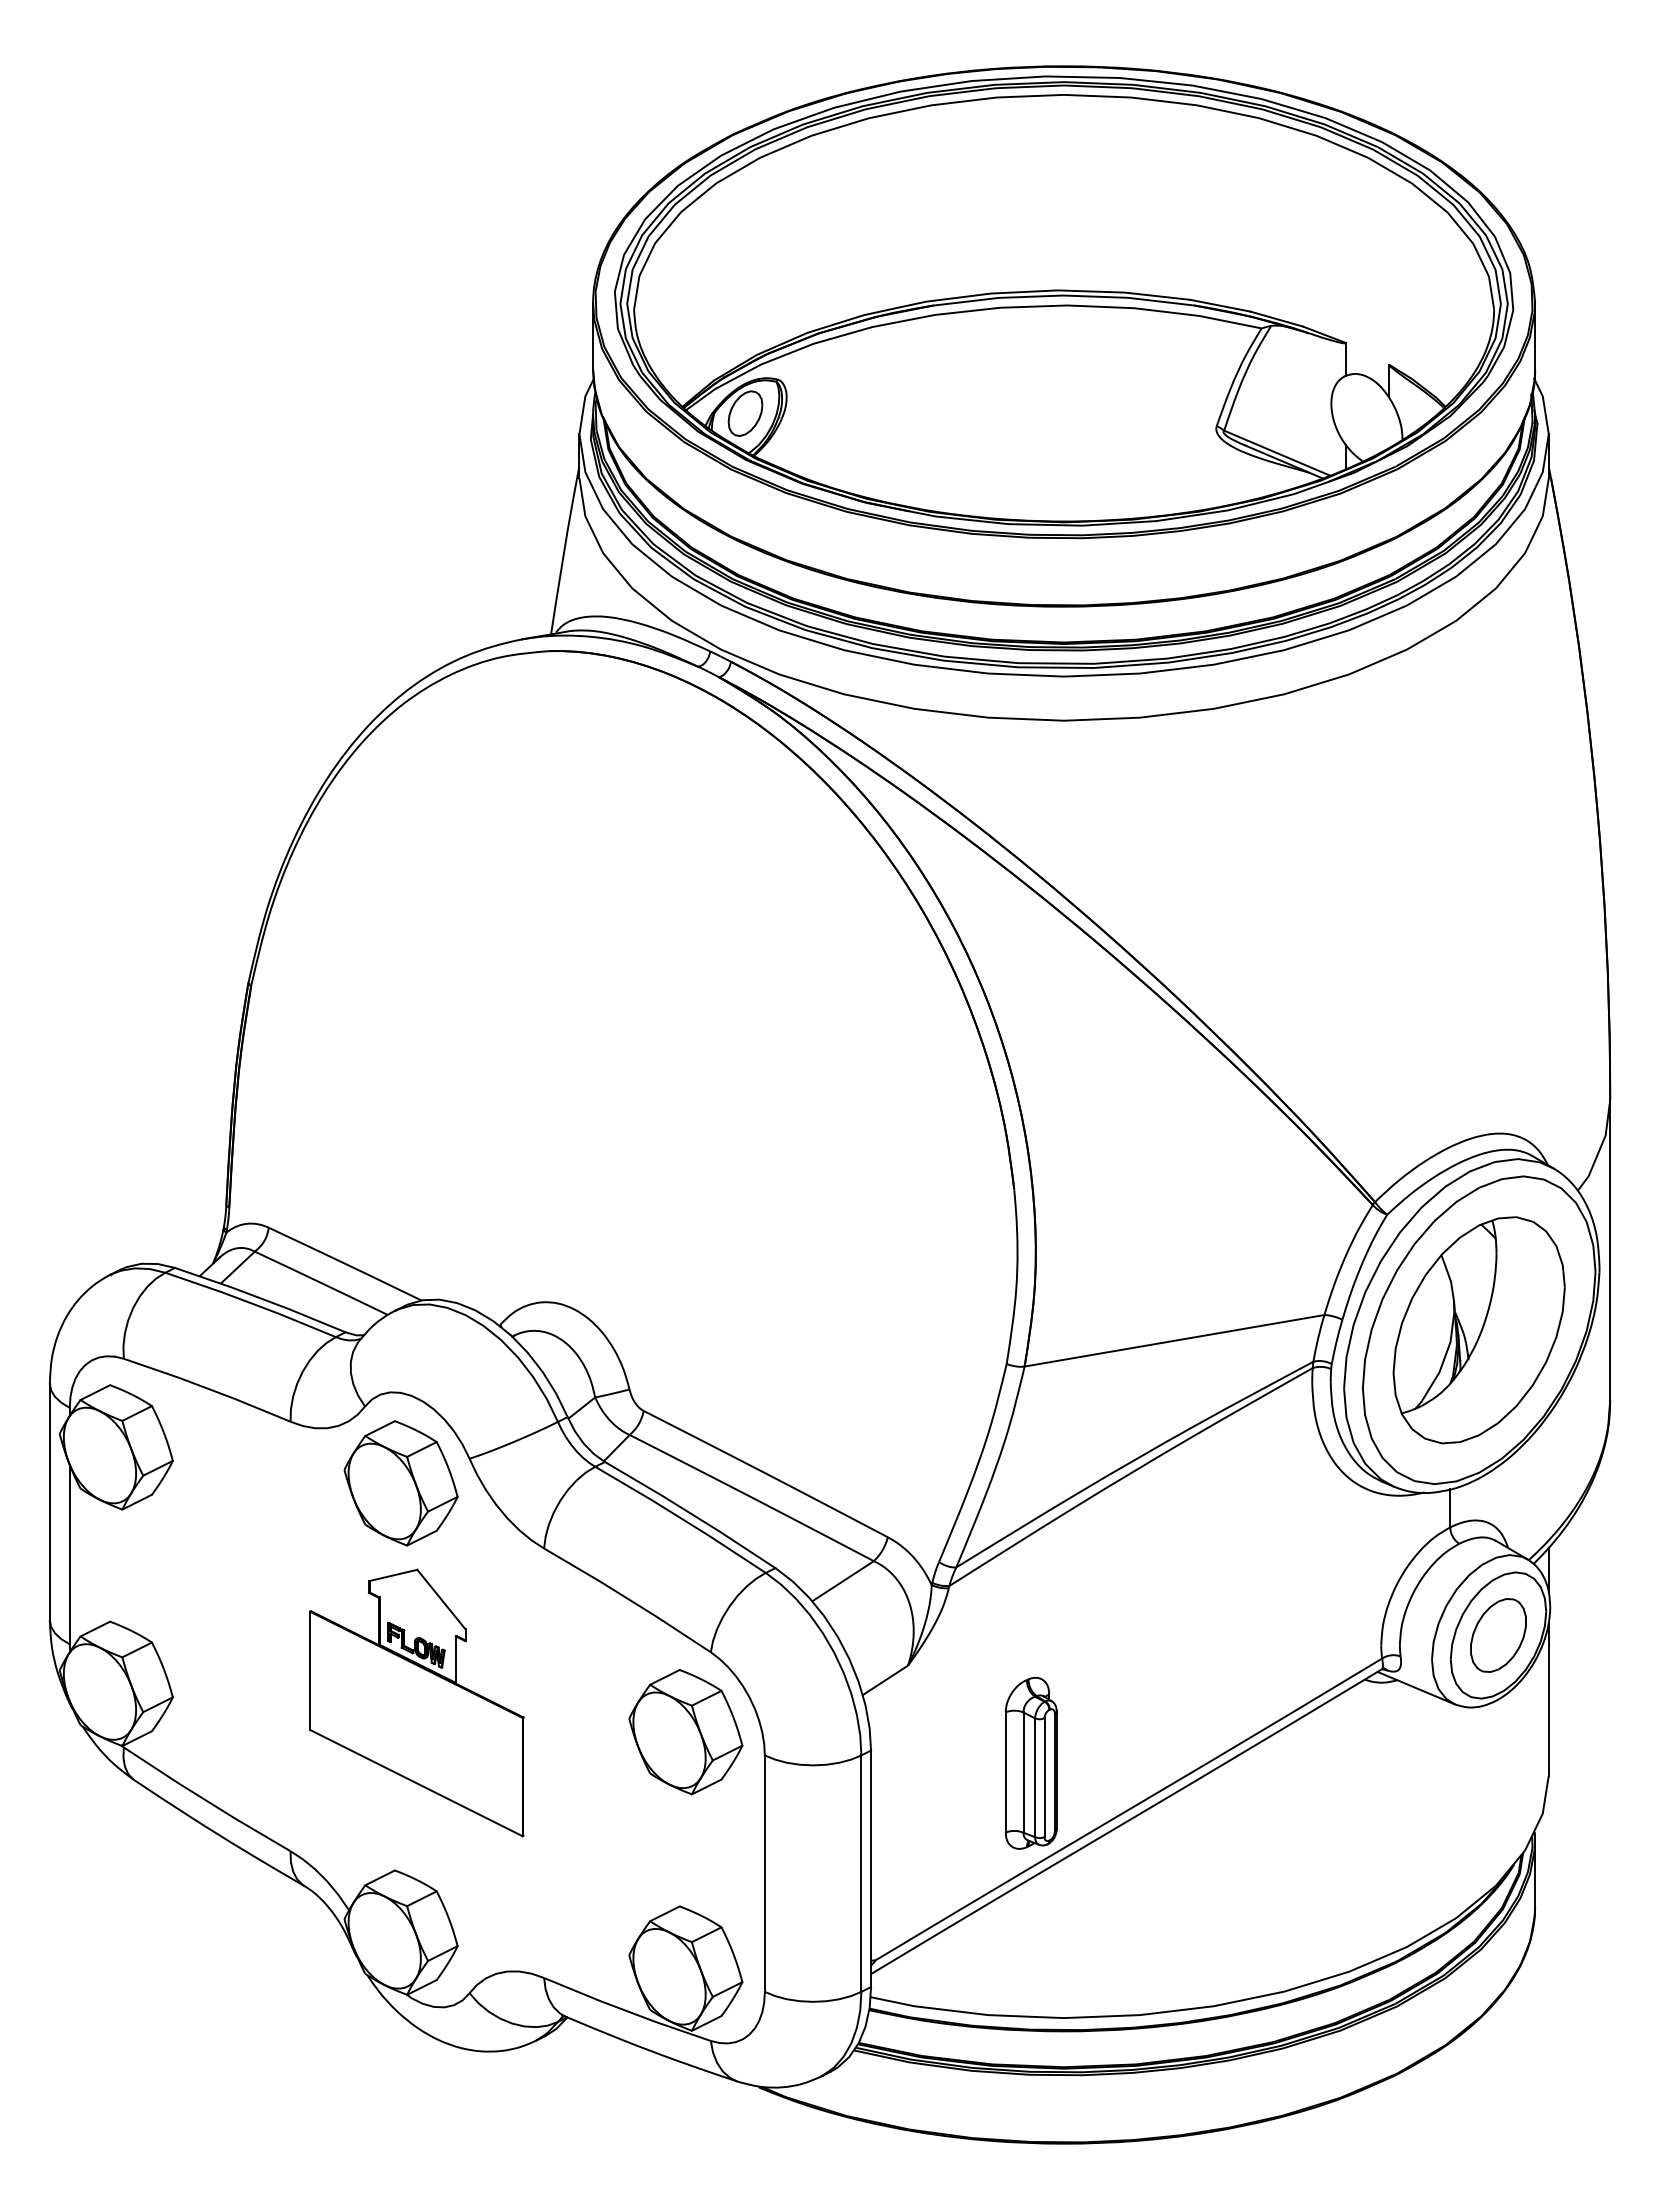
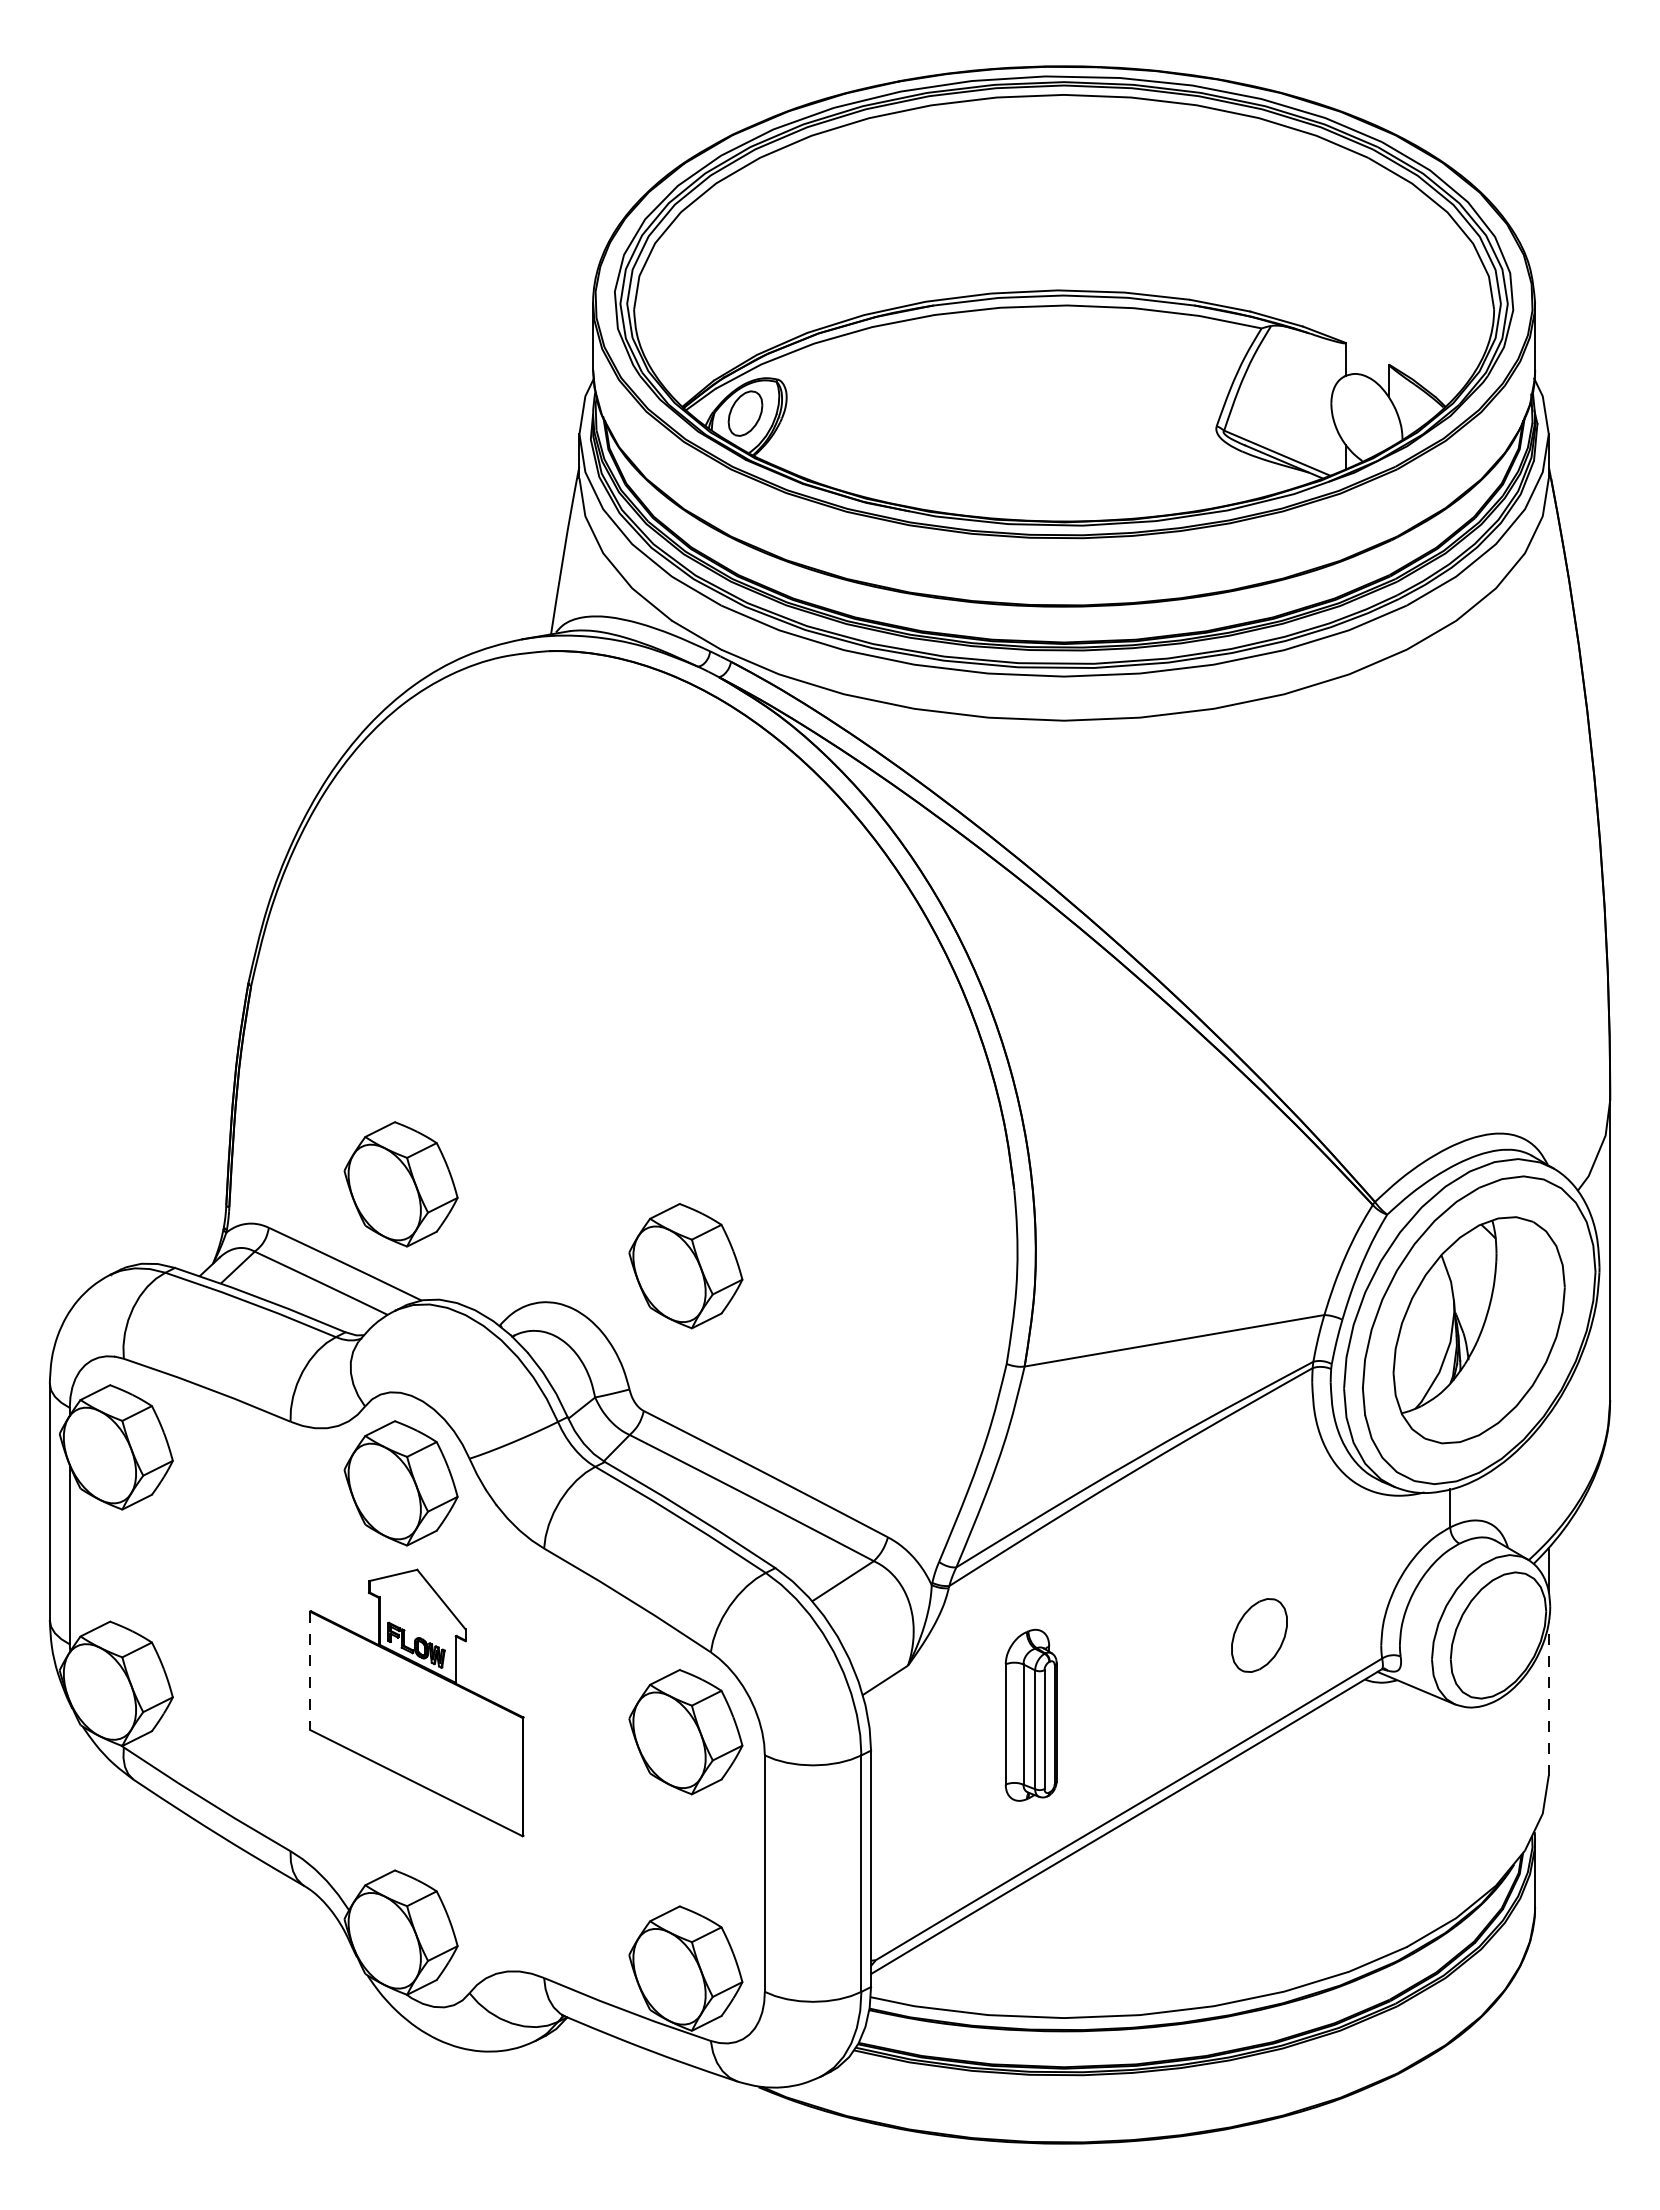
part at (400, 1184): none -> present
part at (685, 1266): none -> present
part at (1498, 1635) position: (1498, 1635) -> (1259, 1635)
line at (310, 1671): solid -> dashed
line at (1548, 1698): solid -> dashed
part at (1030, 1762) position: (1030, 1762) -> (1030, 1714)
